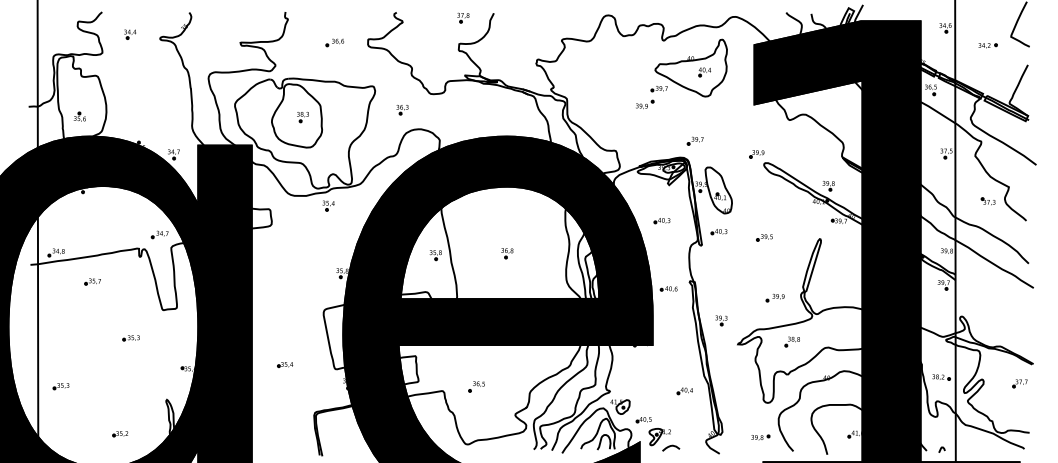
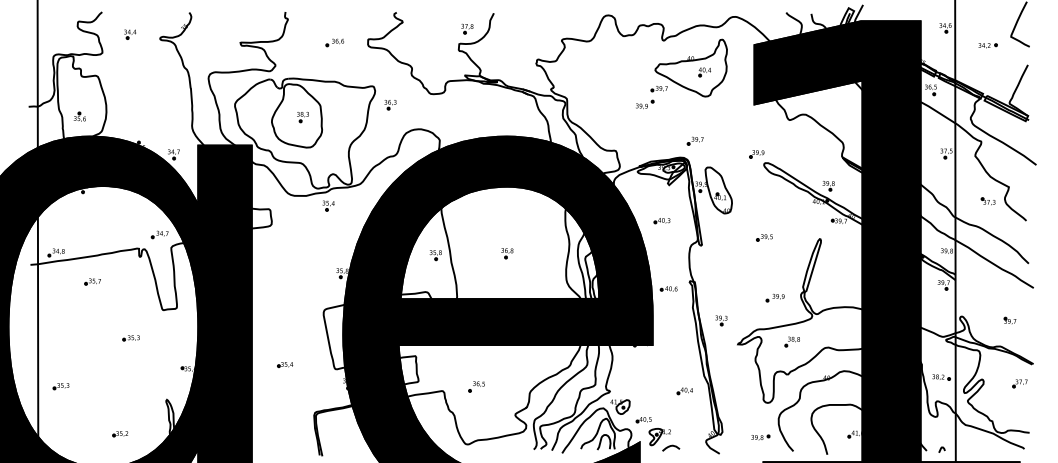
part at (463, 17) position: (463, 17) -> (467, 28)
part at (402, 110) position: (402, 110) -> (390, 105)
part at (718, 232): present -> none
part at (1009, 319): none -> present
